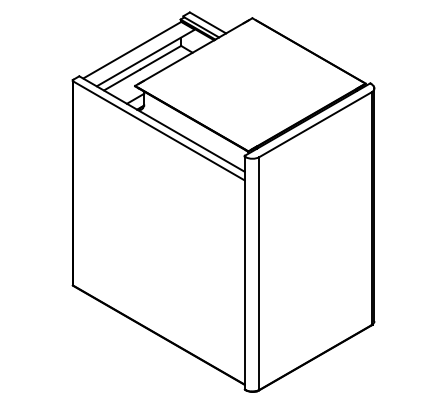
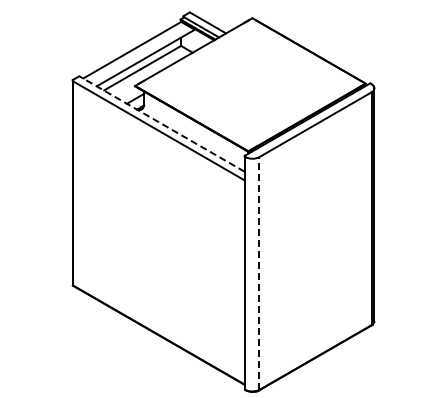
line at (161, 123): solid -> dashed
line at (259, 273): solid -> dashed
